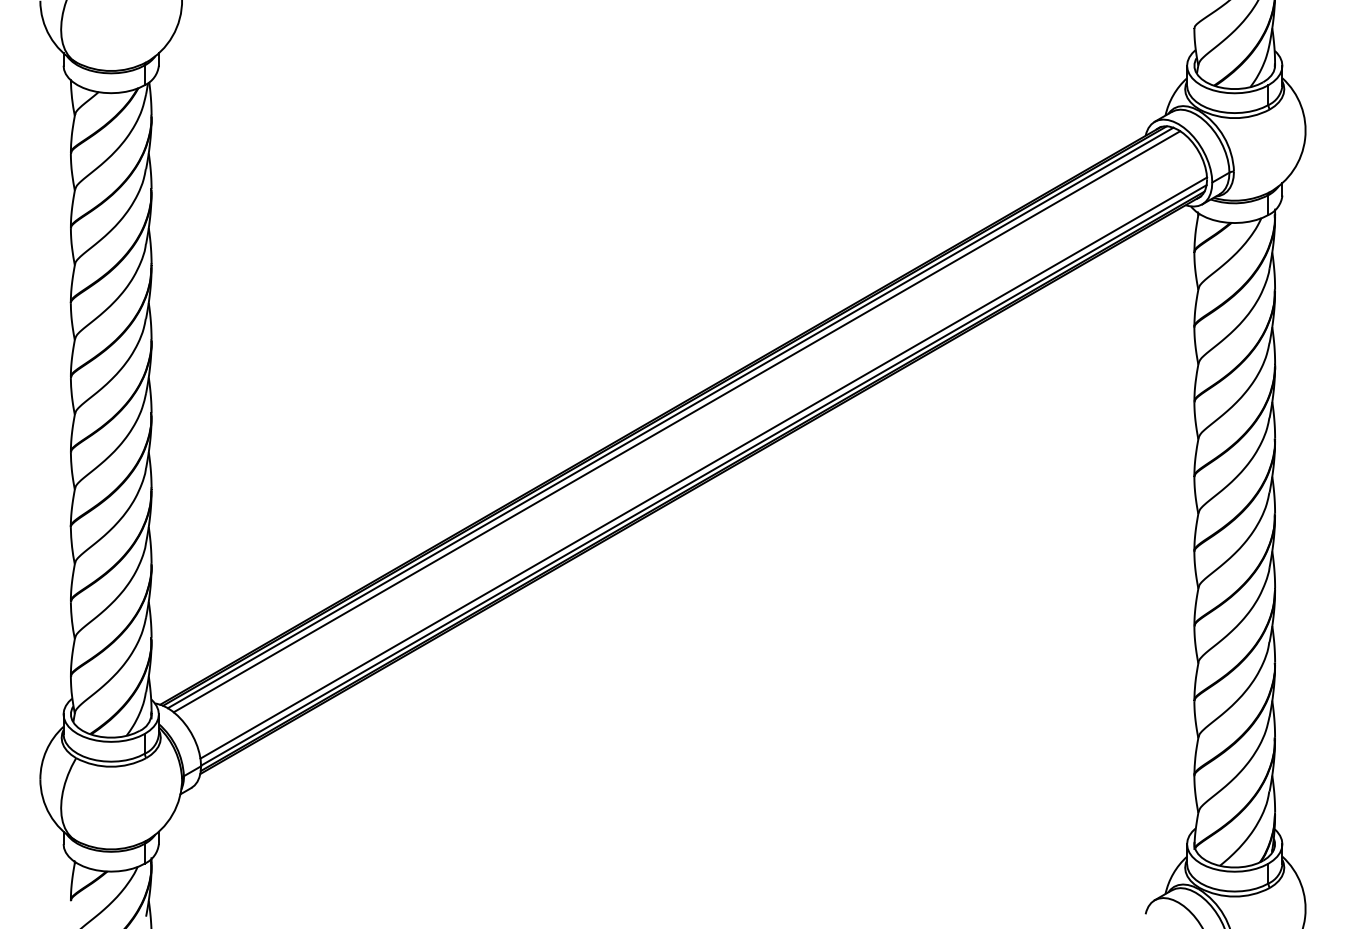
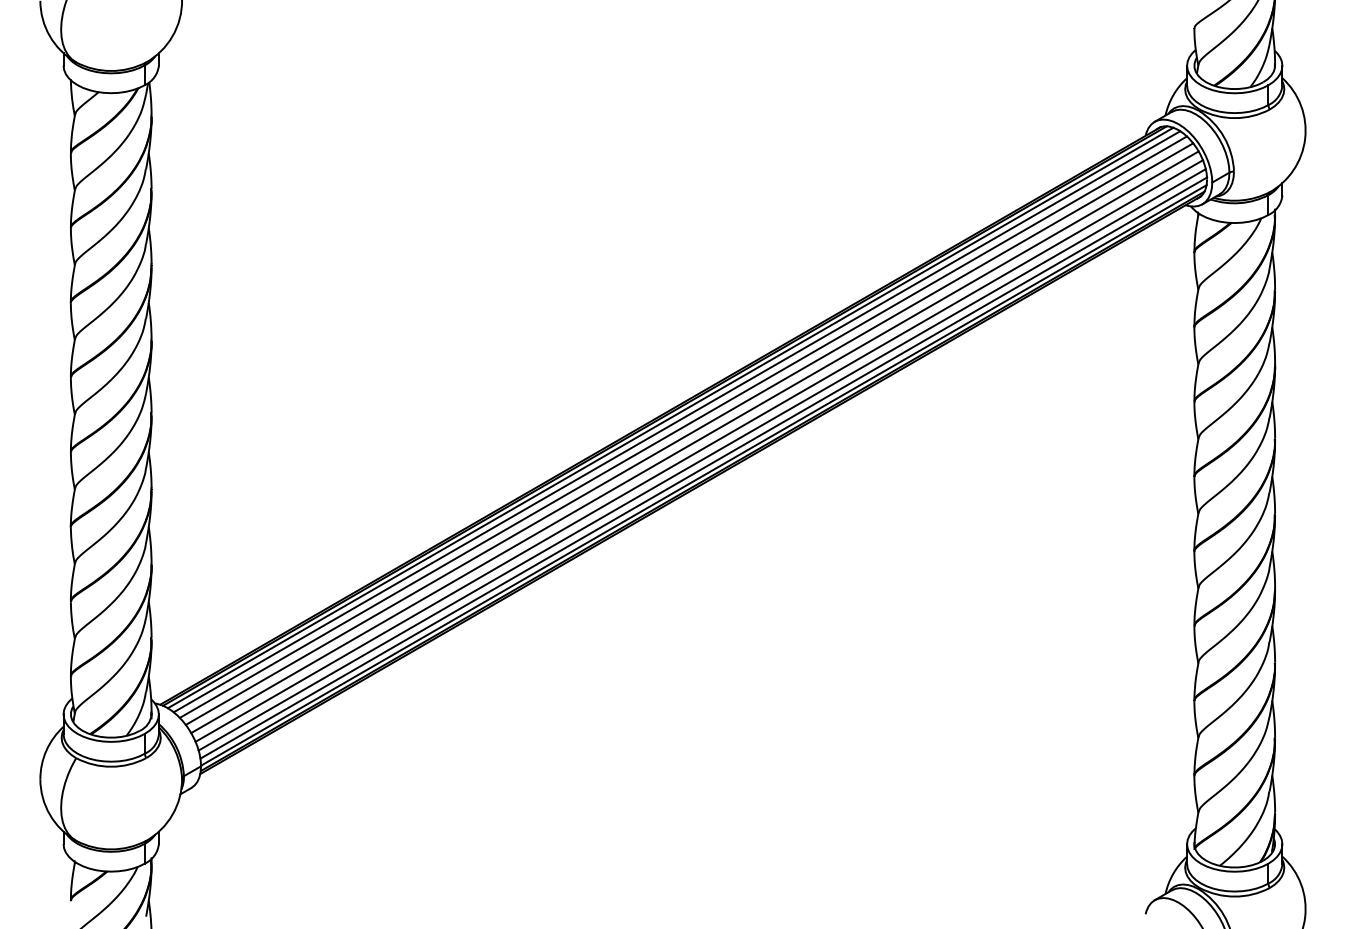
line at (682, 426): none -> present
line at (689, 433): none -> present
line at (694, 442): none -> present
line at (699, 450): none -> present
line at (701, 459): none -> present
